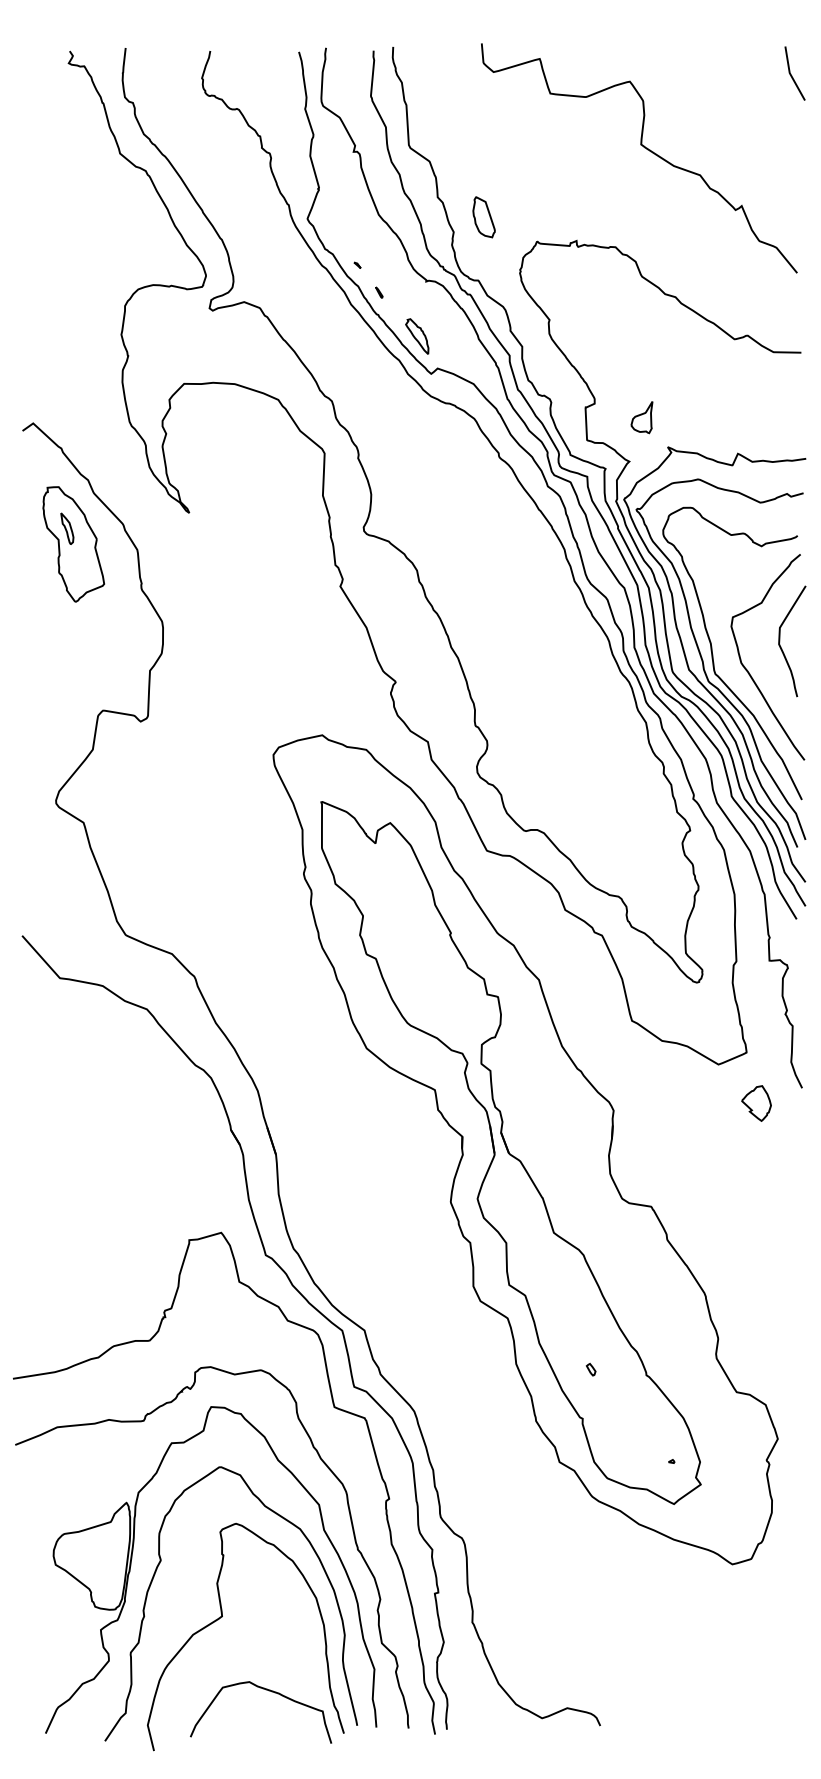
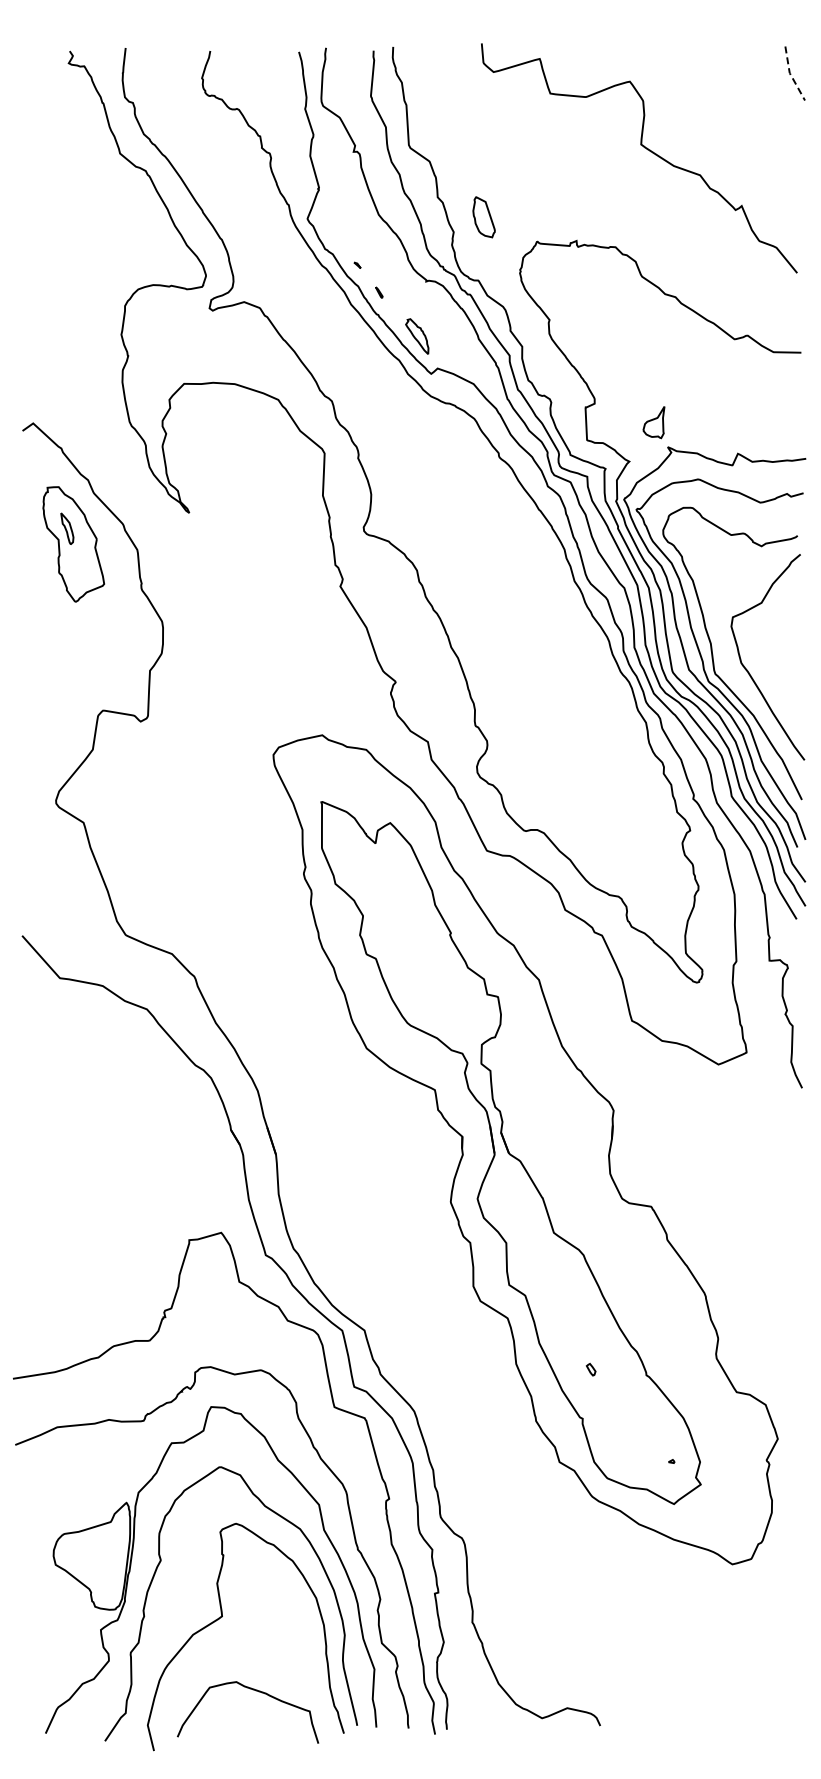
line at (790, 74): solid -> dashed
part at (641, 417) position: (641, 417) -> (653, 422)
curve at (780, 641): present -> none
part at (756, 1103): present -> none
curve at (271, 1692) position: (271, 1692) -> (258, 1692)
